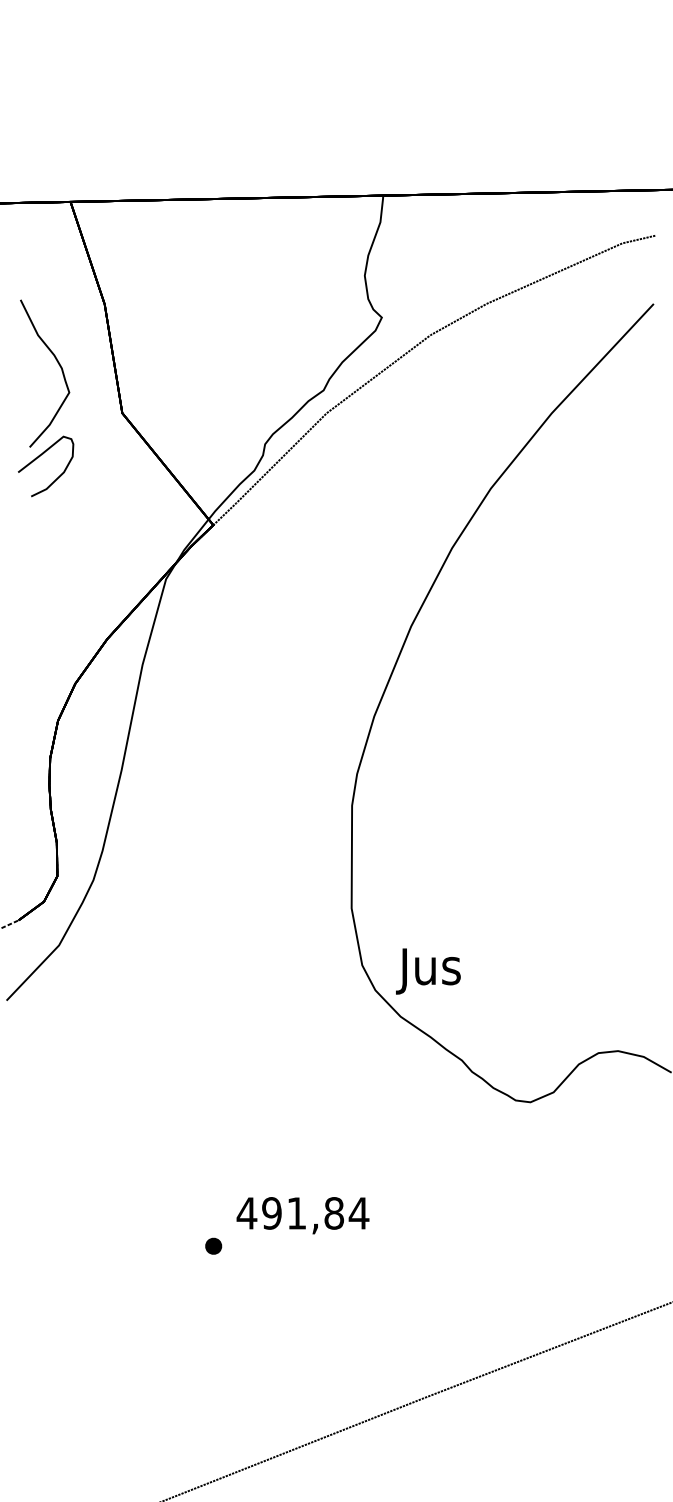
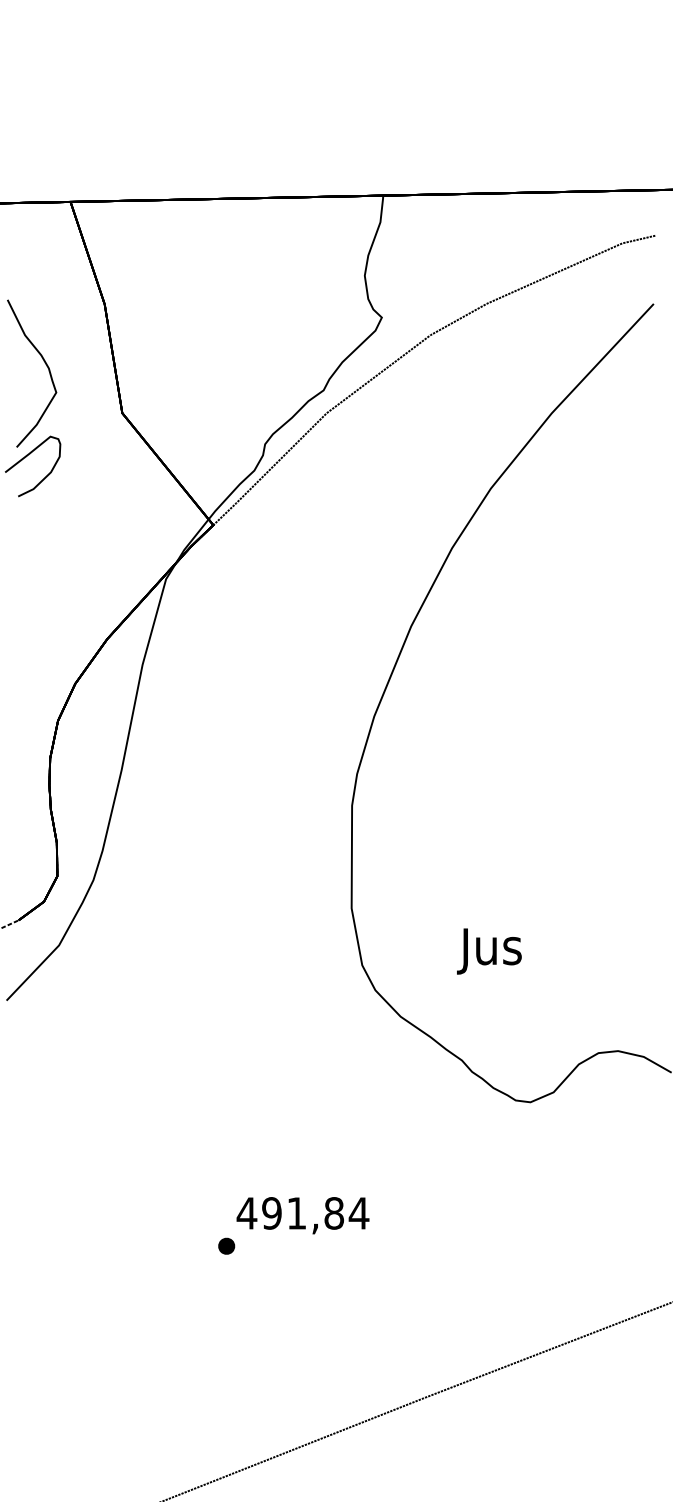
part at (59, 406) position: (59, 406) -> (46, 406)
text at (428, 971) position: (428, 971) -> (489, 951)
part at (213, 1245) position: (213, 1245) -> (226, 1245)
